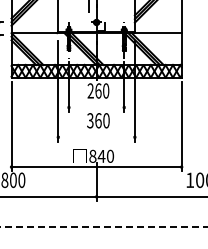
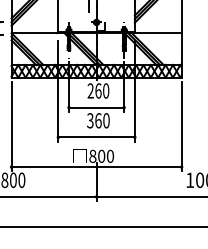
line at (96, 107): none -> present
line at (96, 137): none -> present
text at (101, 155): 840 -> 800
line at (103, 226): dashed -> solid
